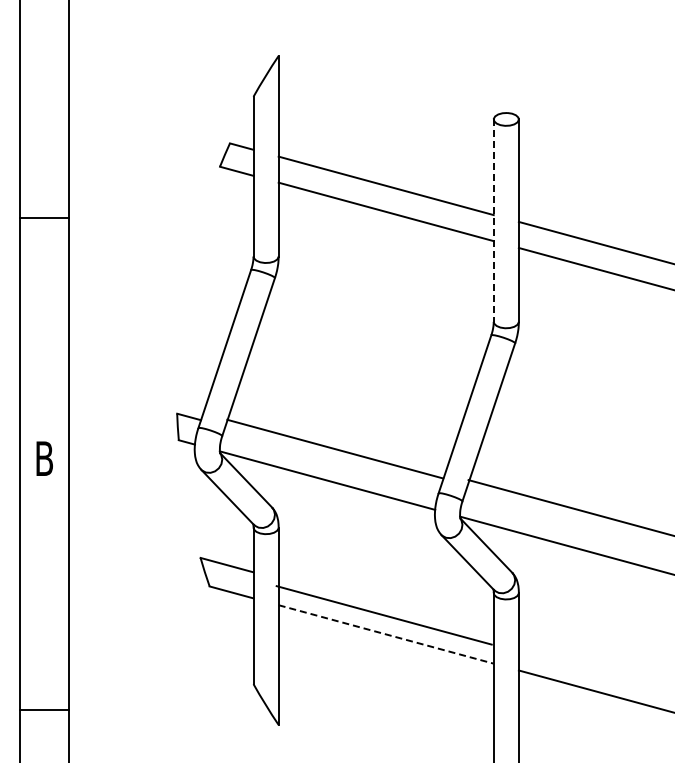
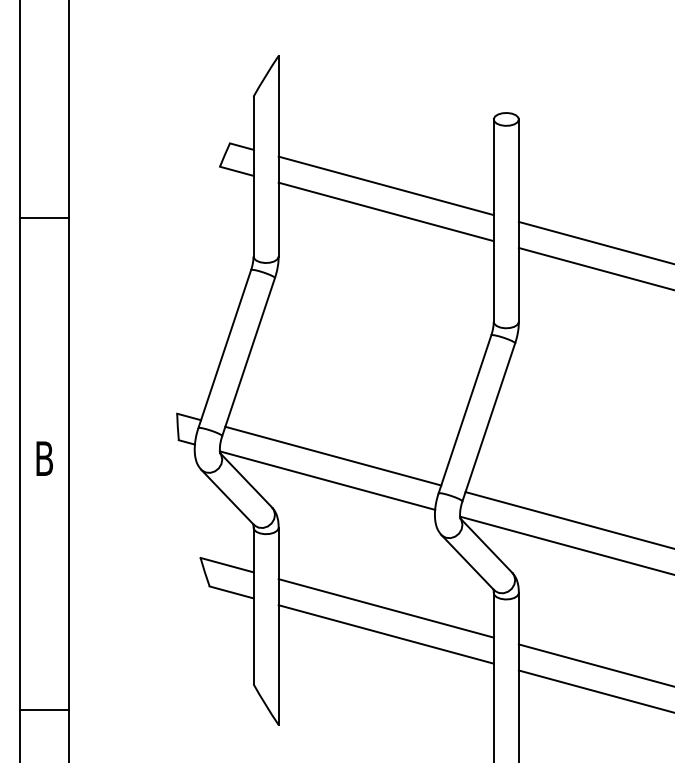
line at (493, 221): dashed -> solid
line at (335, 448) position: (335, 448) -> (333, 455)
line at (569, 507) position: (569, 507) -> (568, 520)
line at (383, 615) position: (383, 615) -> (385, 608)
line at (386, 634): dashed -> solid
line at (594, 665): none -> present
